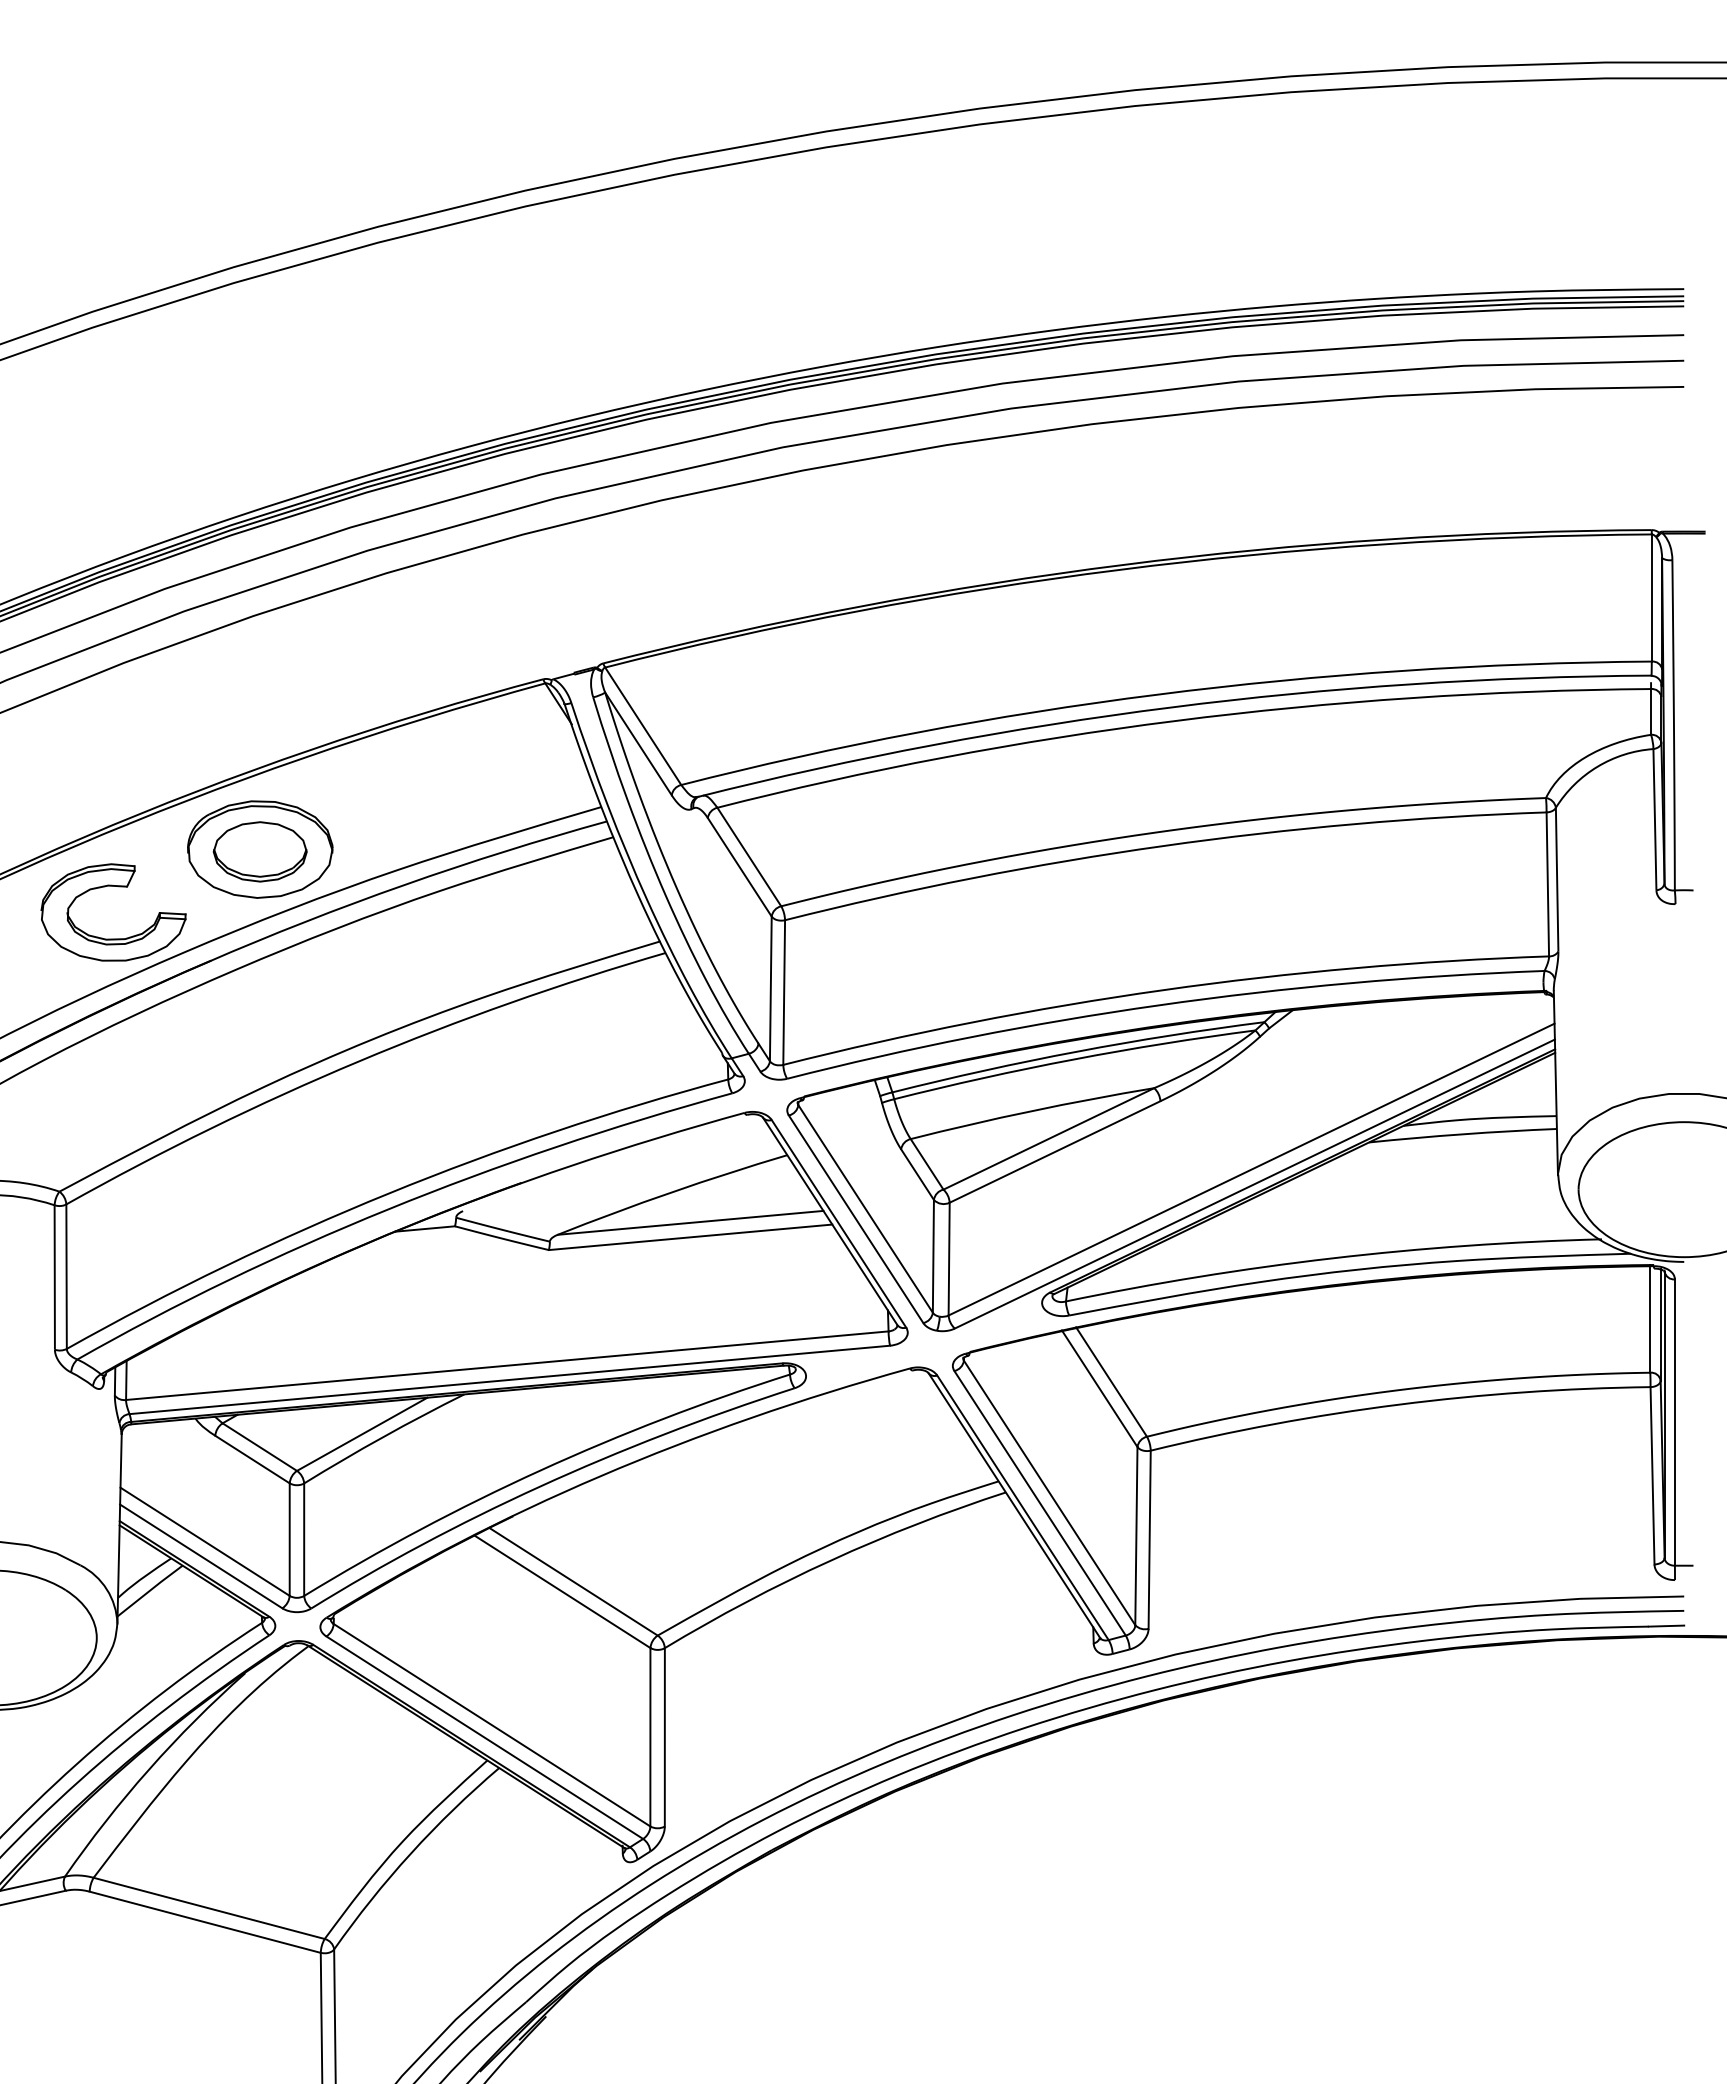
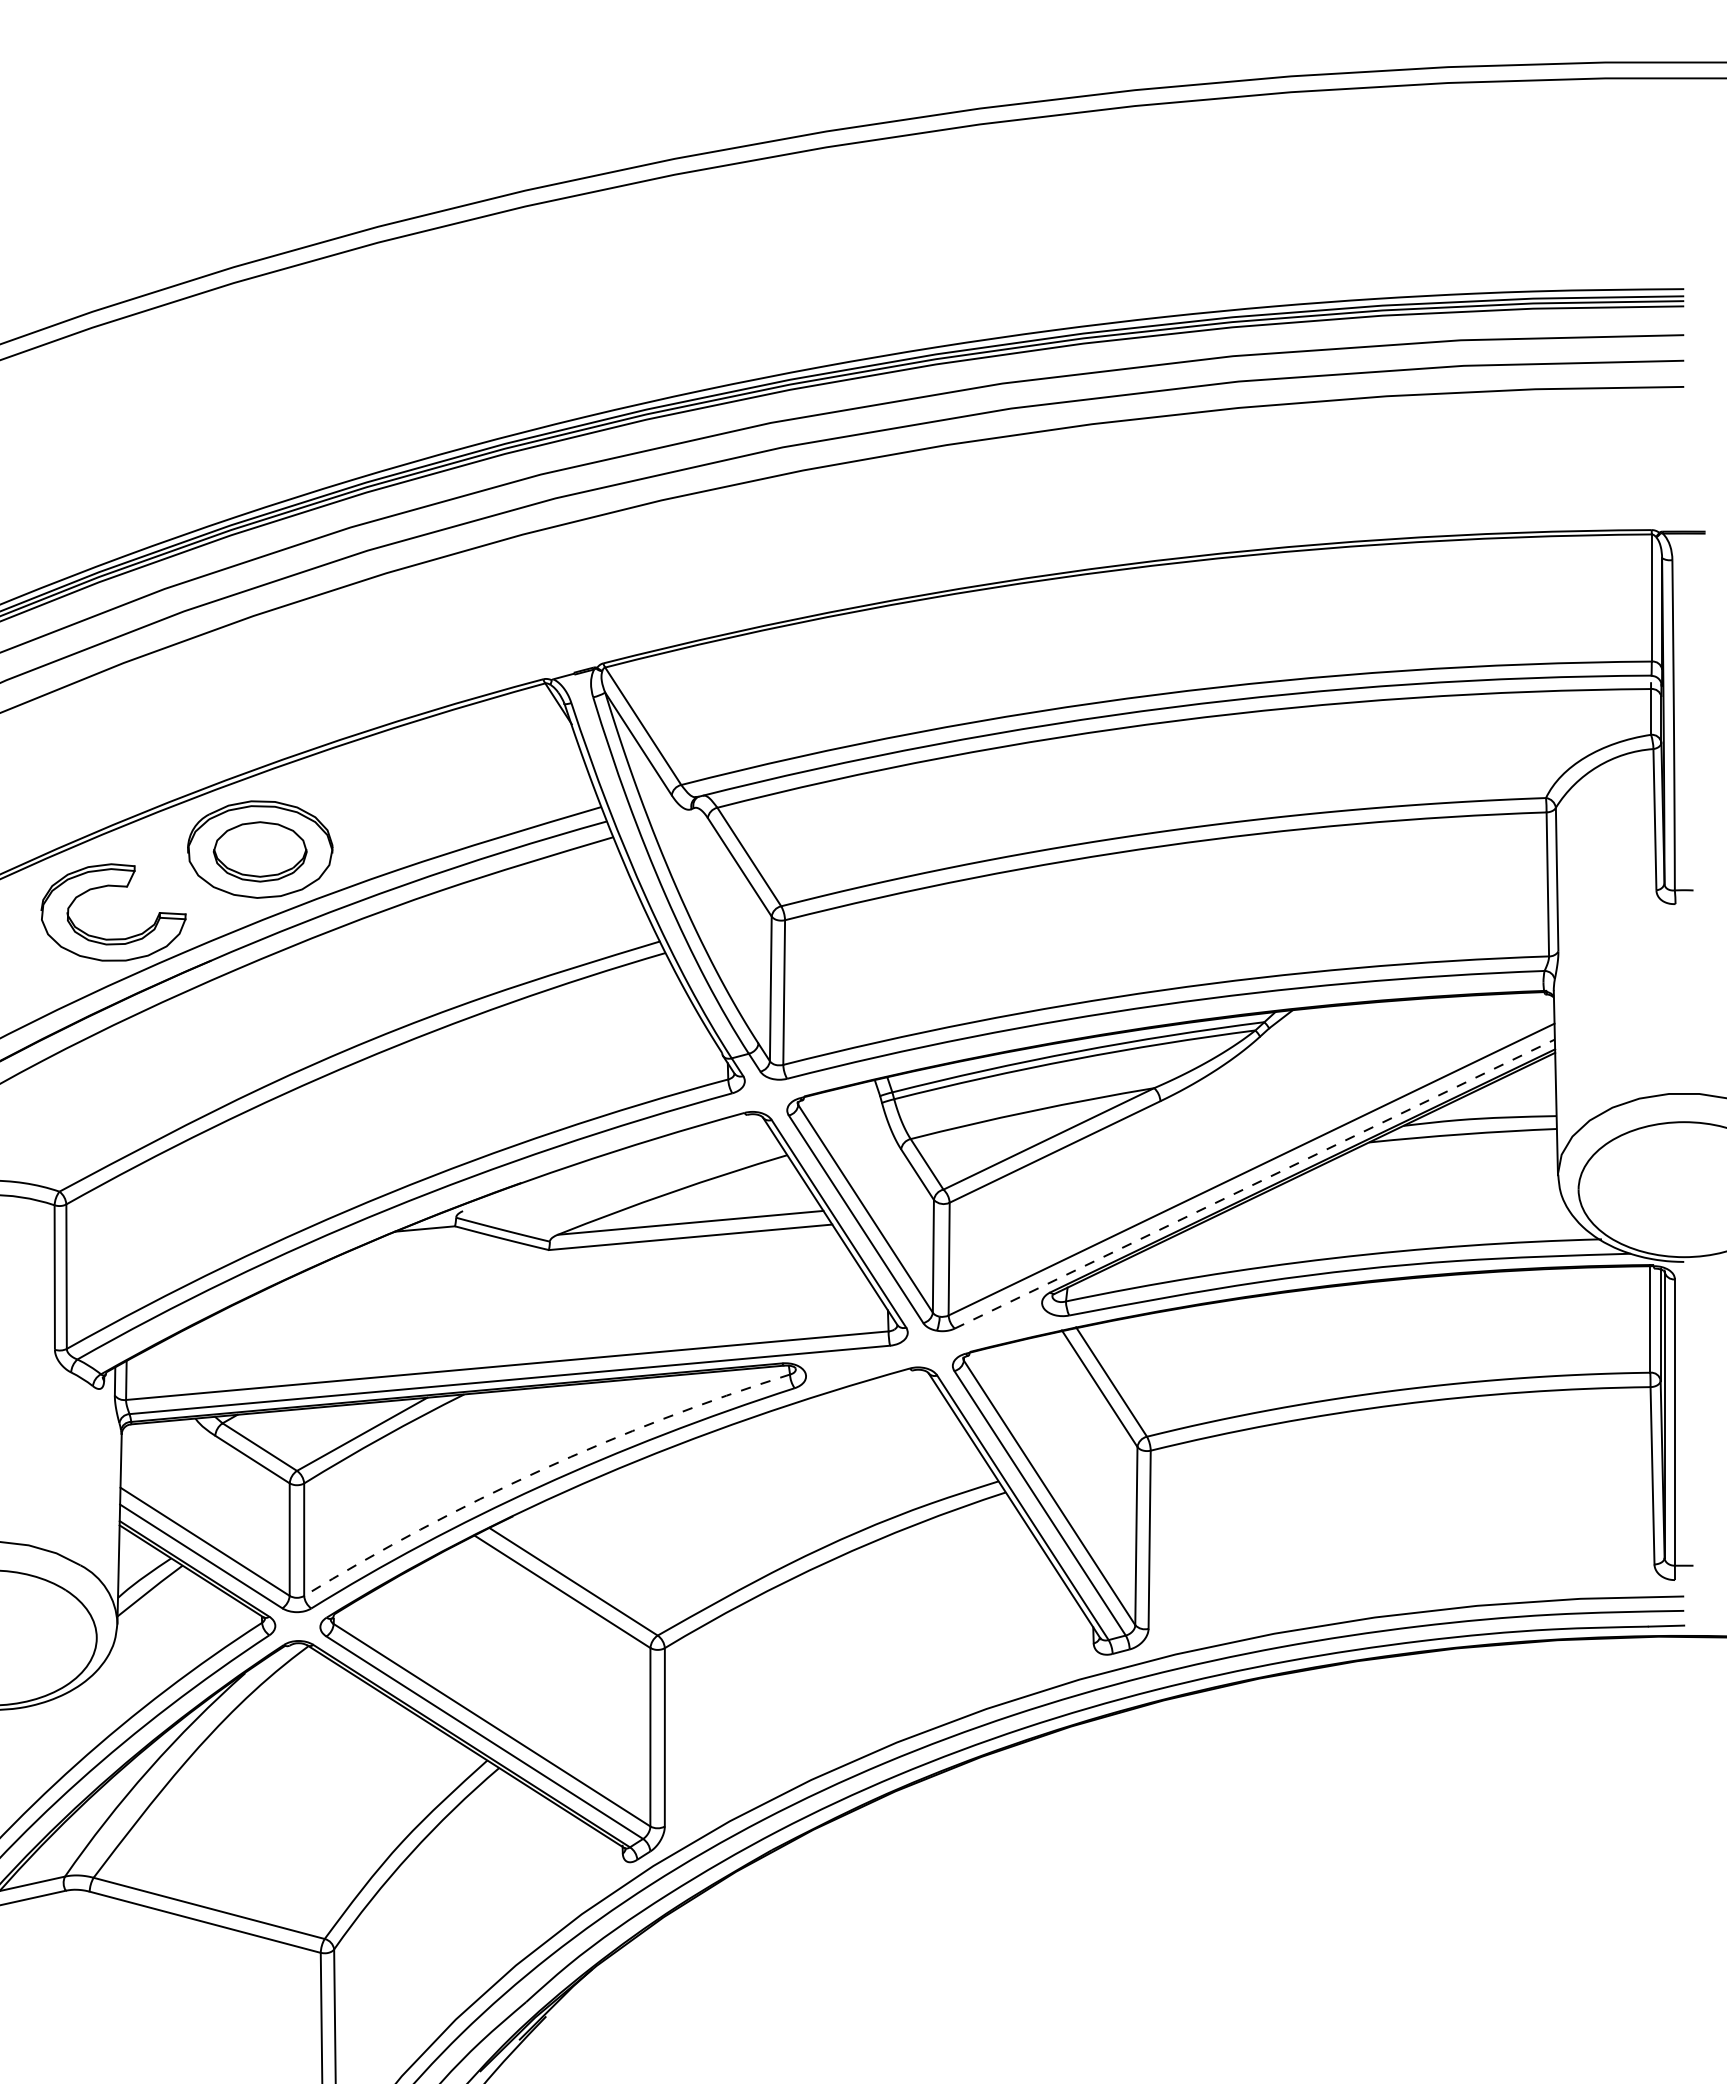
line at (1255, 1183): solid -> dashed
arc at (540, 1470): solid -> dashed
